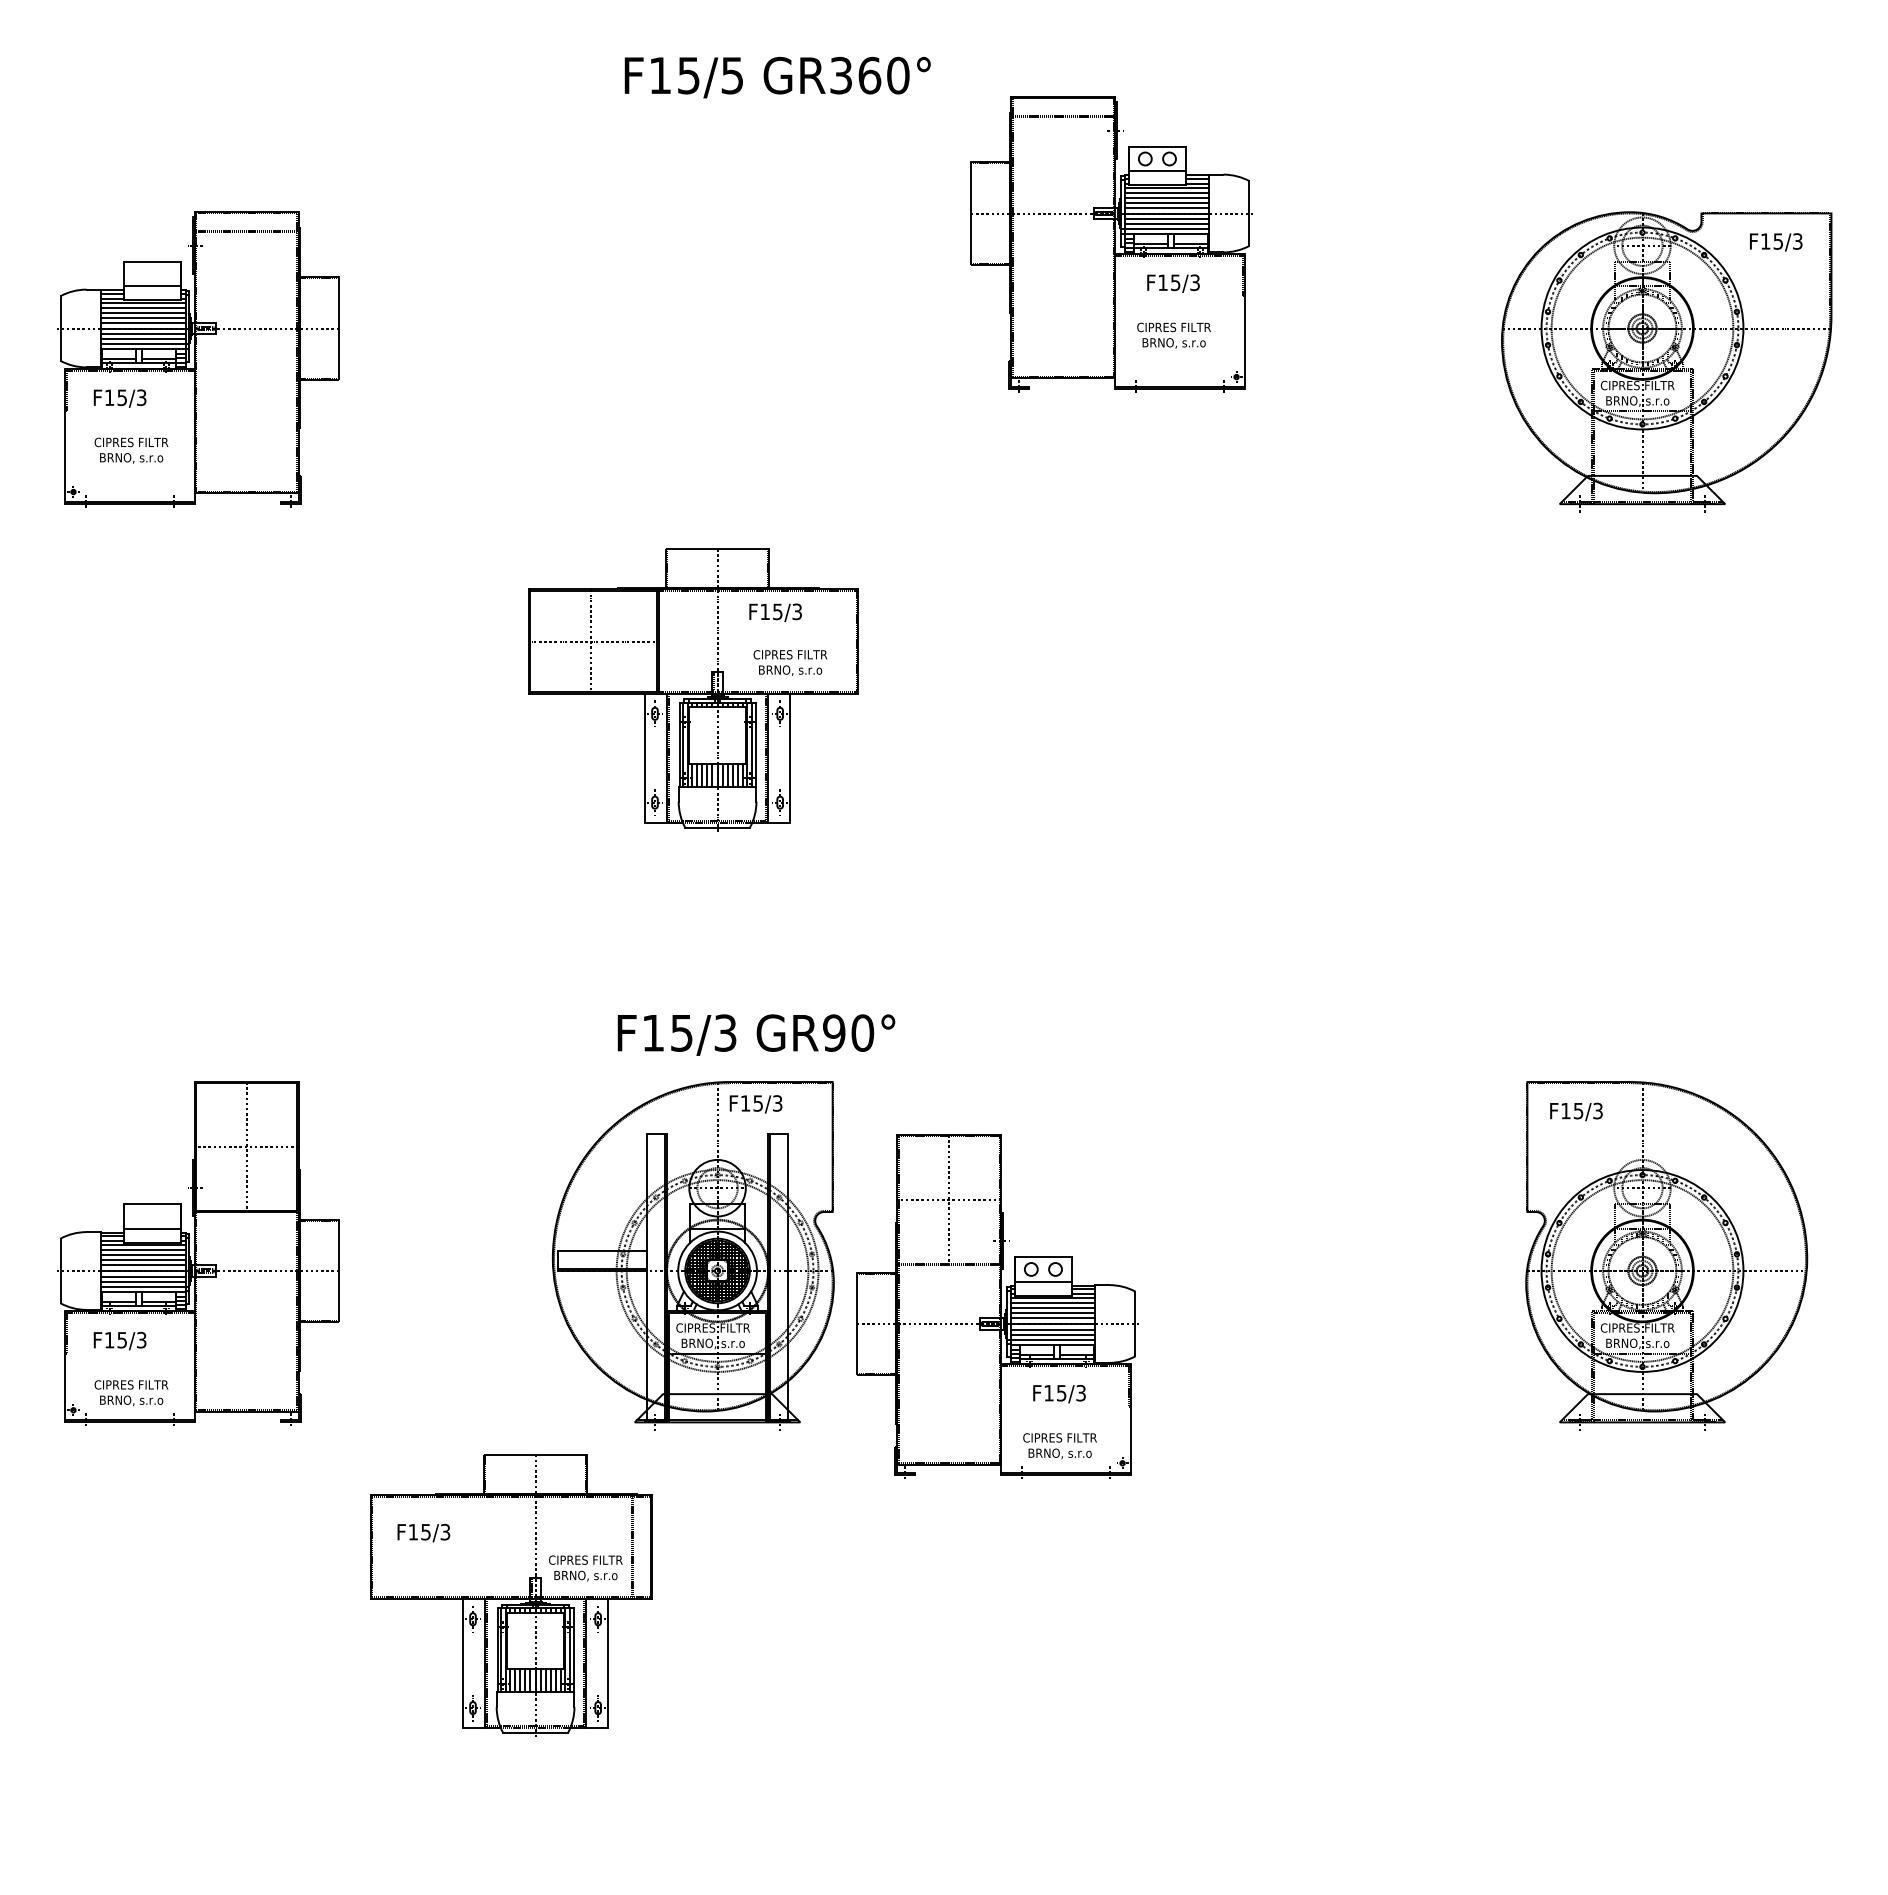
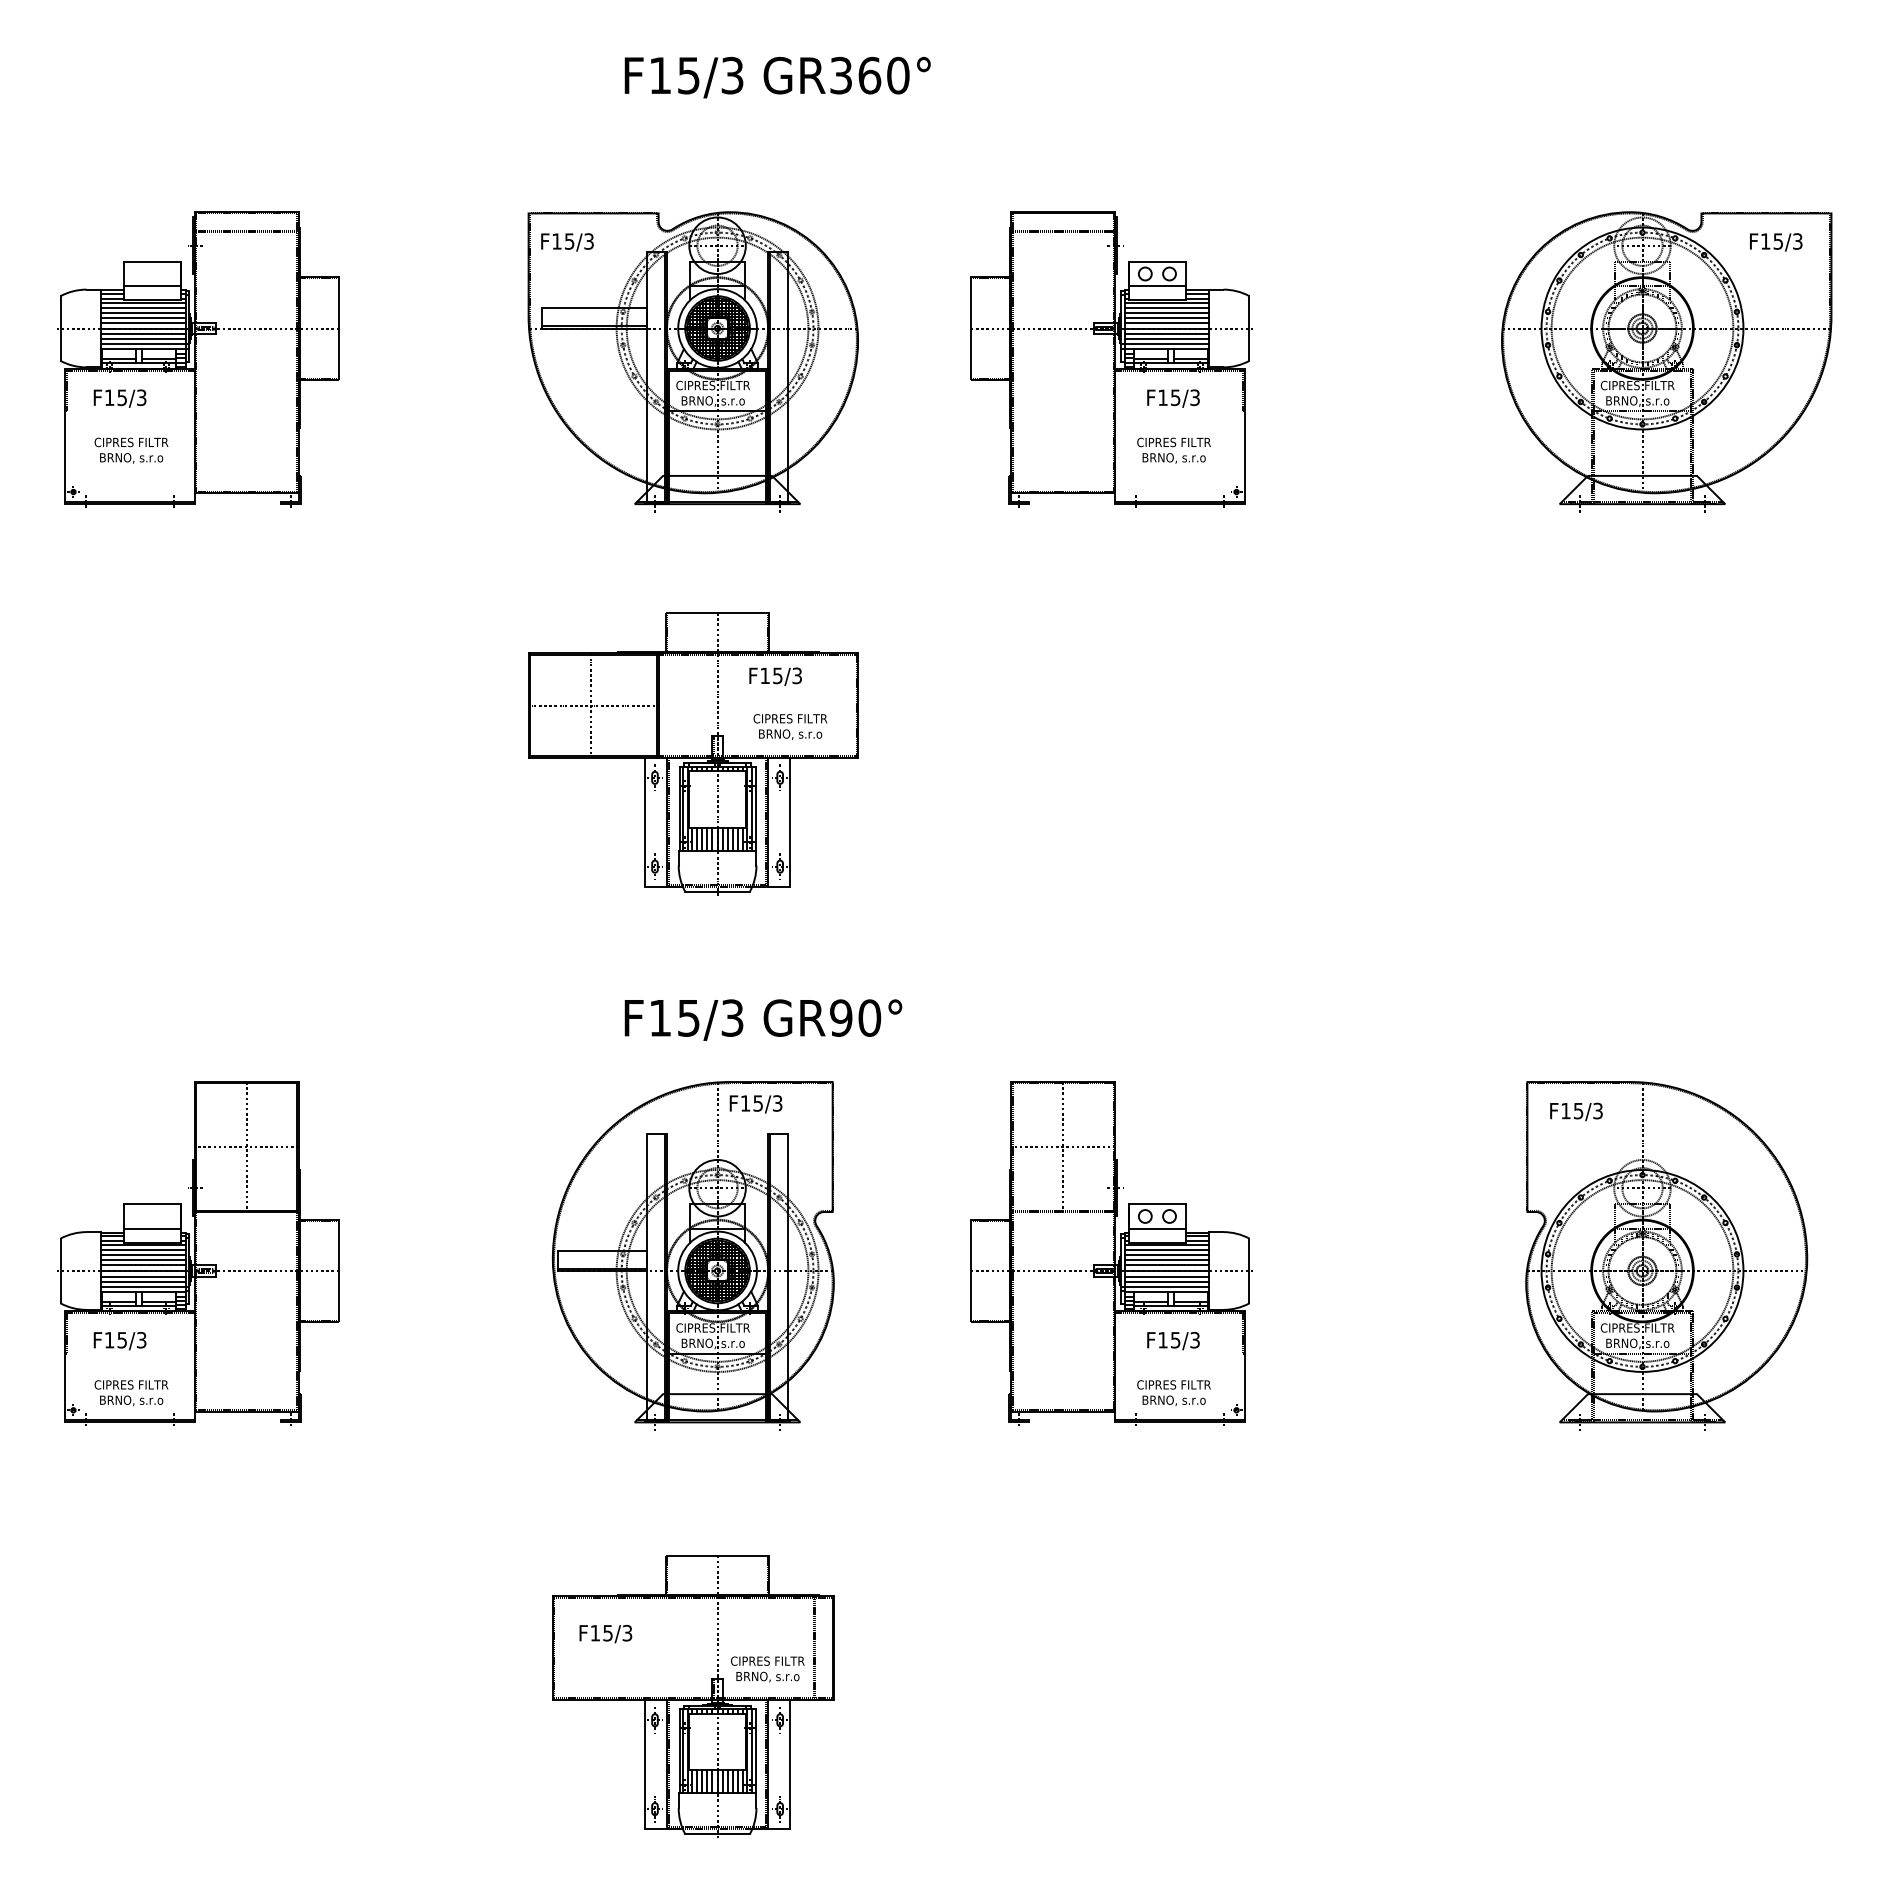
text at (732, 74): F15/5 -> F15/3
part at (1111, 244) position: (1111, 244) -> (1111, 359)
part at (692, 361): none -> present
part at (693, 689) position: (693, 689) -> (693, 753)
text at (756, 1034) position: (756, 1034) -> (763, 1019)
part at (997, 1306) position: (997, 1306) -> (1111, 1253)
part at (511, 1595) position: (511, 1595) -> (693, 1696)
